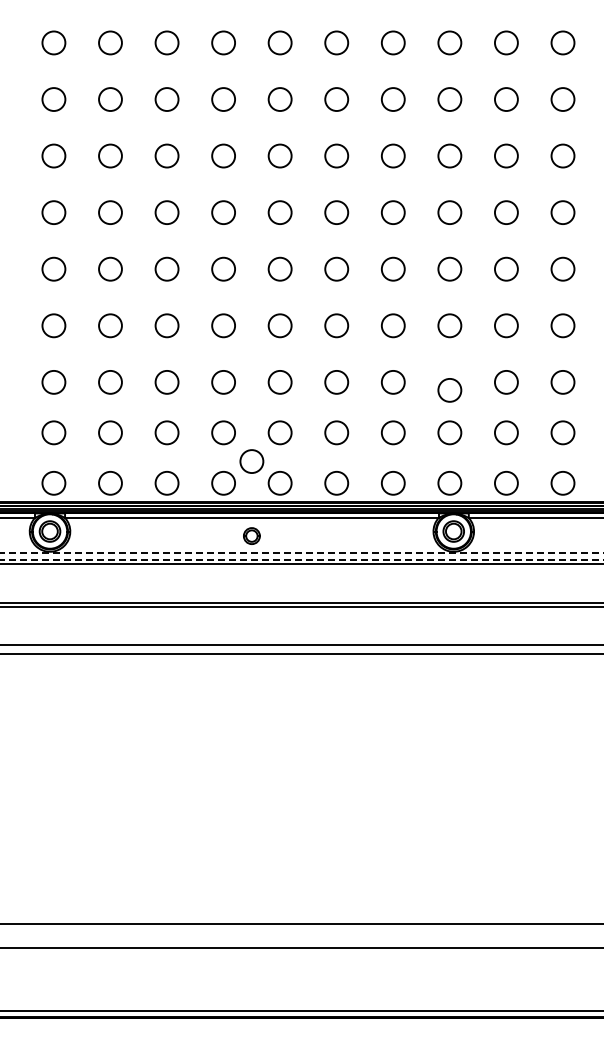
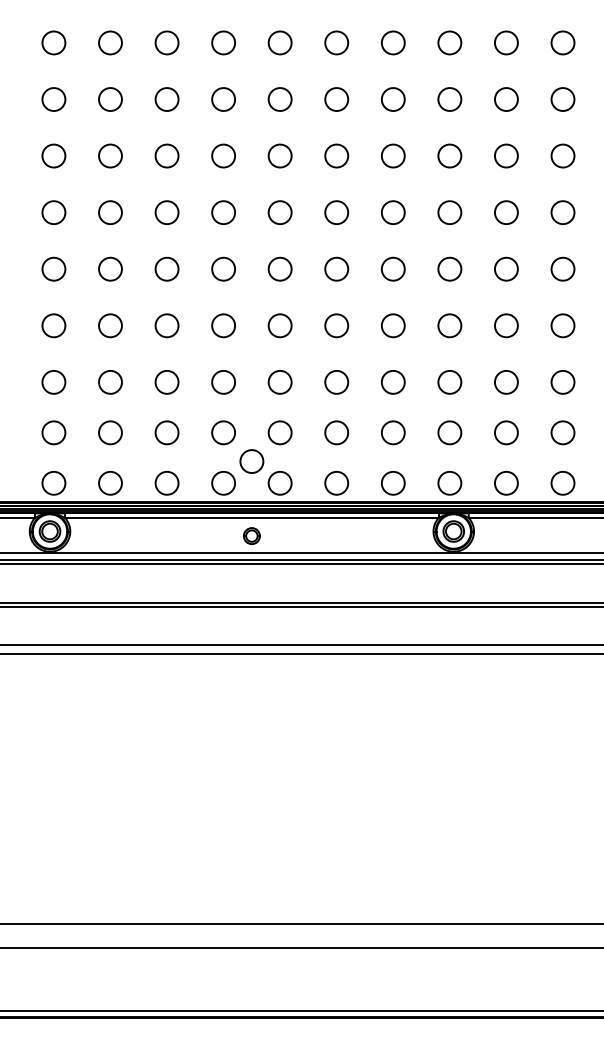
circle at (449, 390) position: (449, 390) -> (449, 382)
line at (302, 553): dashed -> solid
line at (302, 559): dashed -> solid
